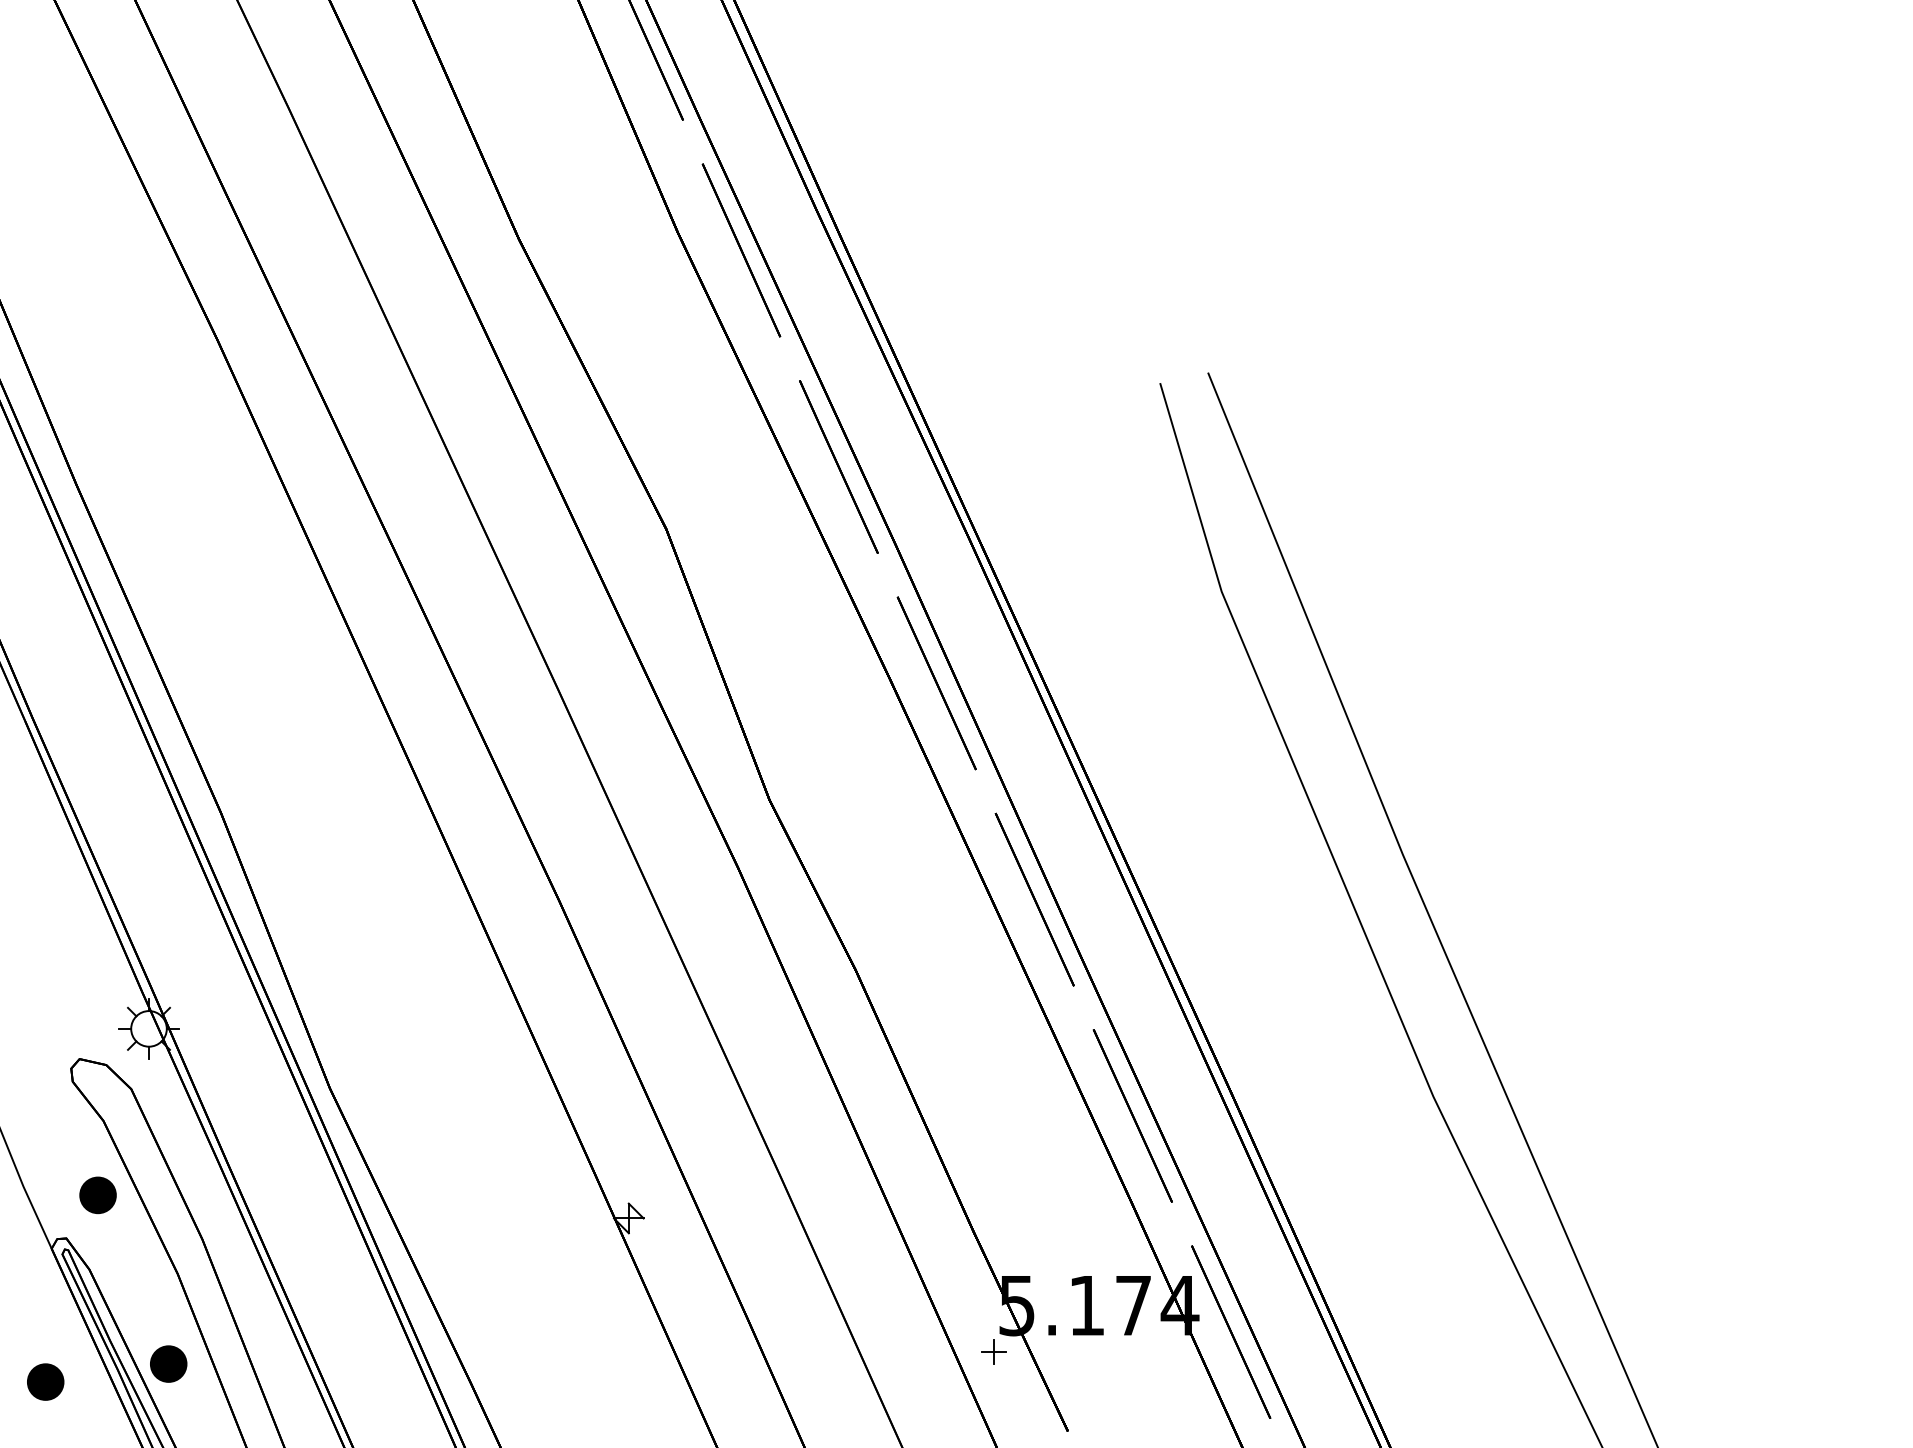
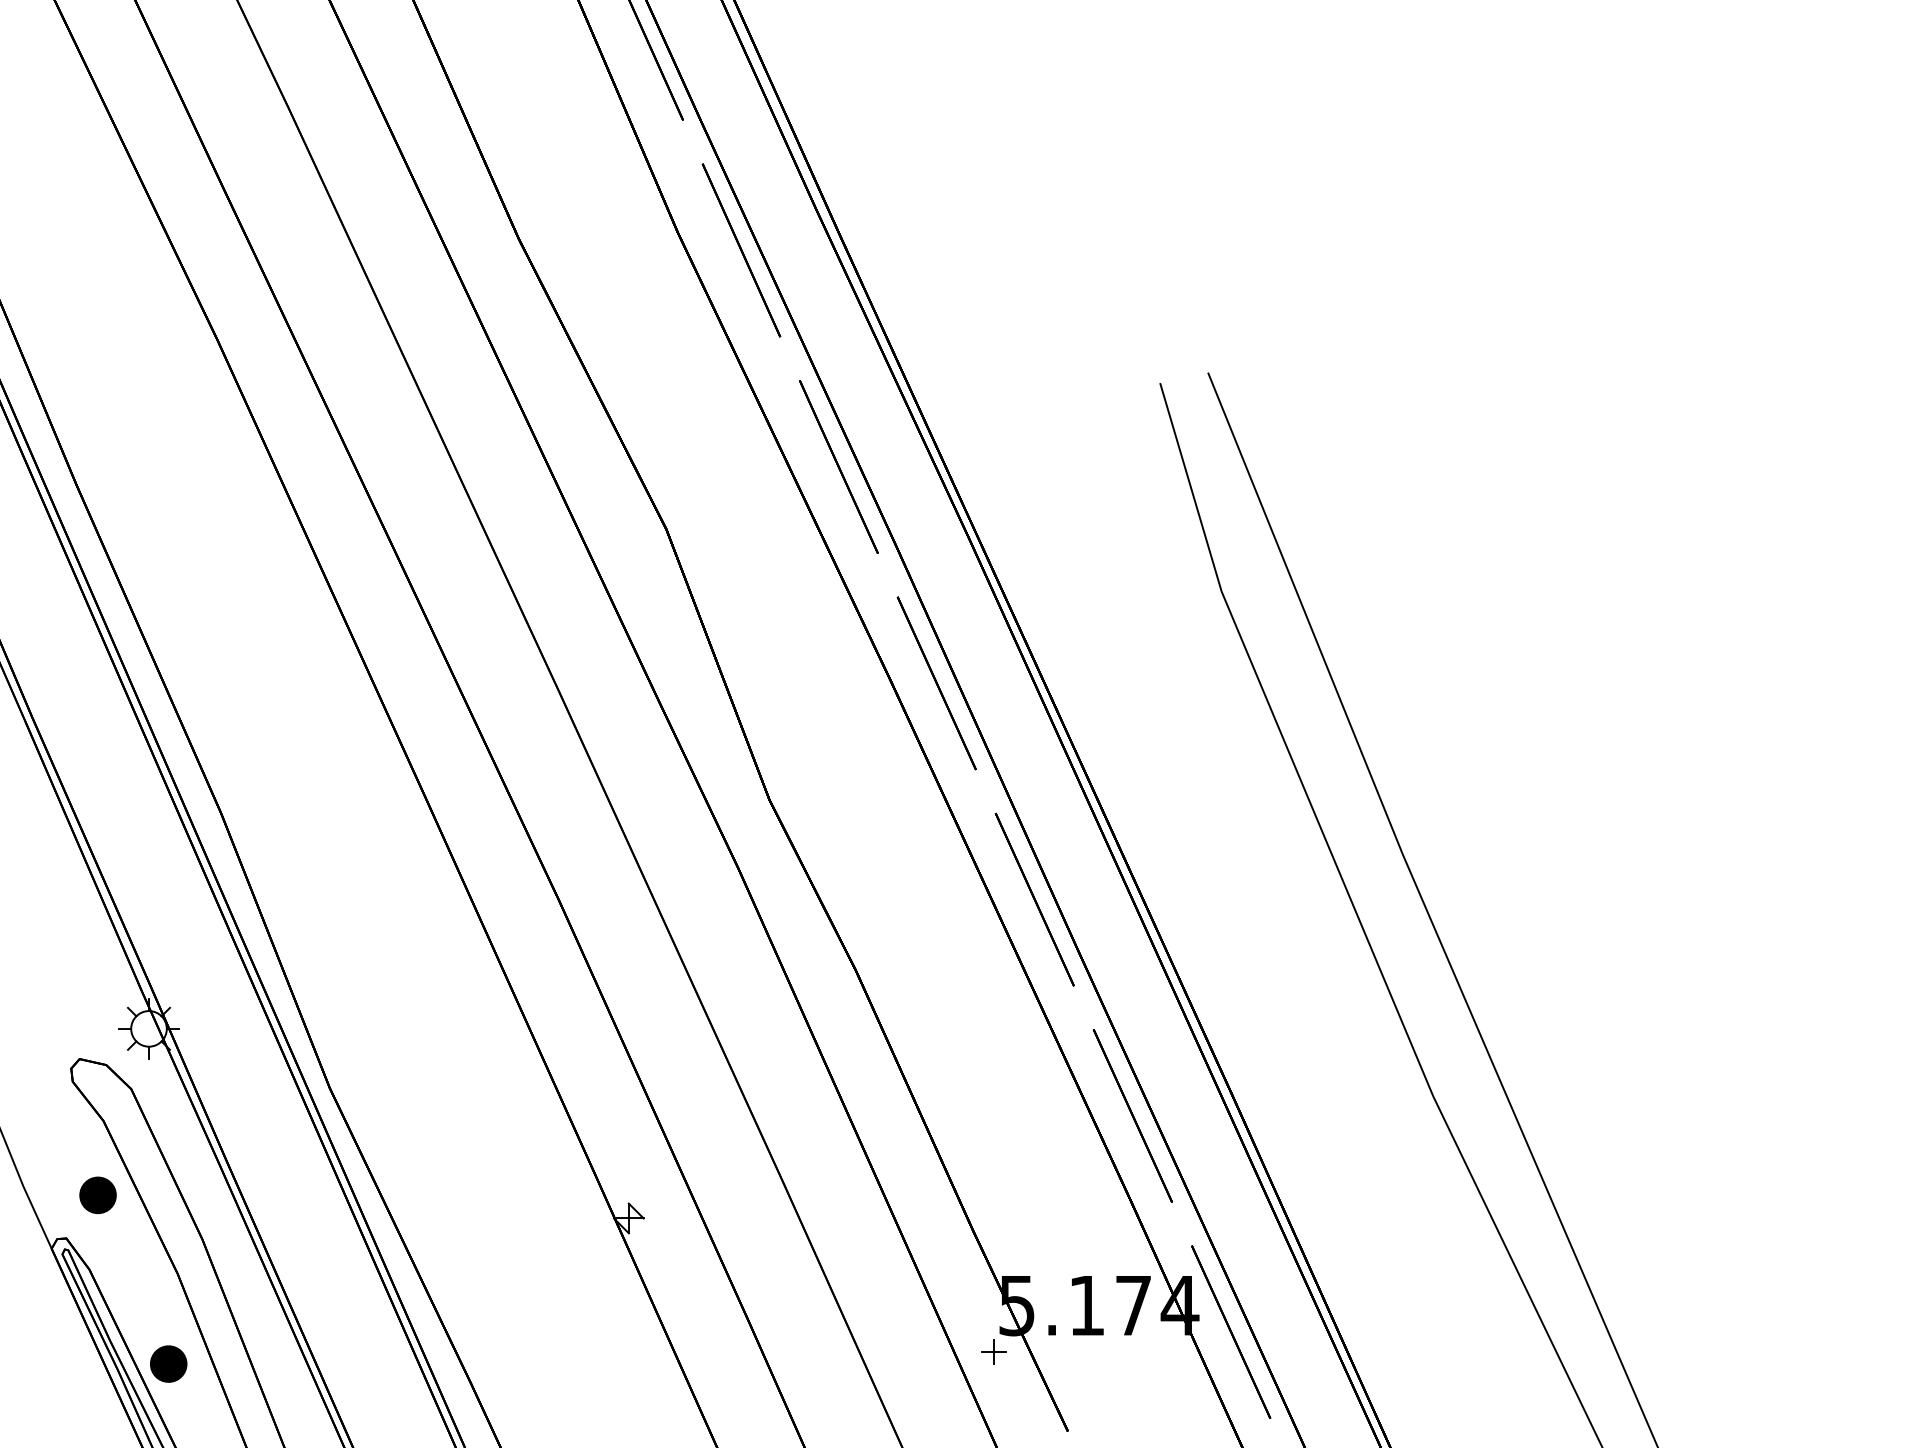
part at (45, 1381): present -> none
